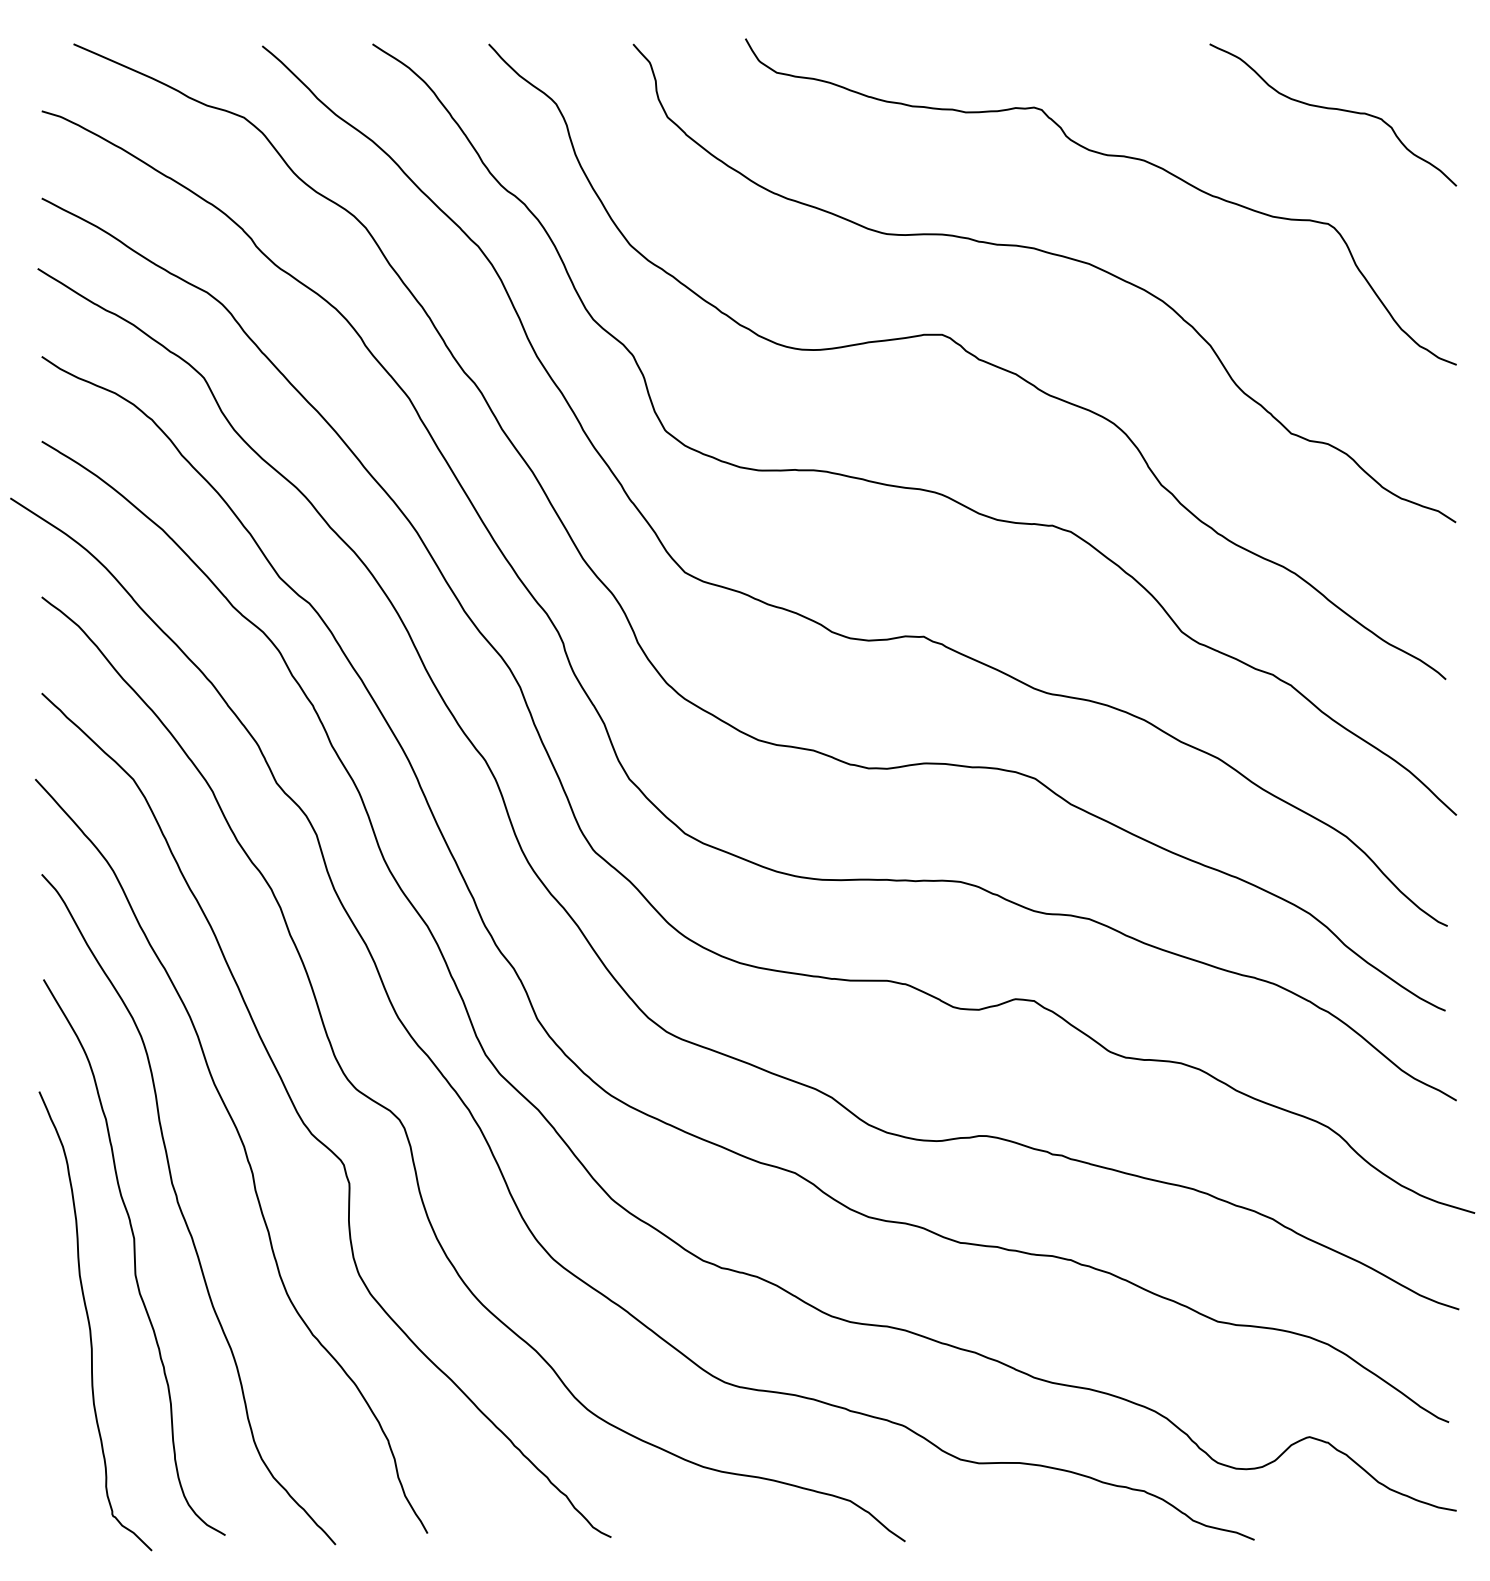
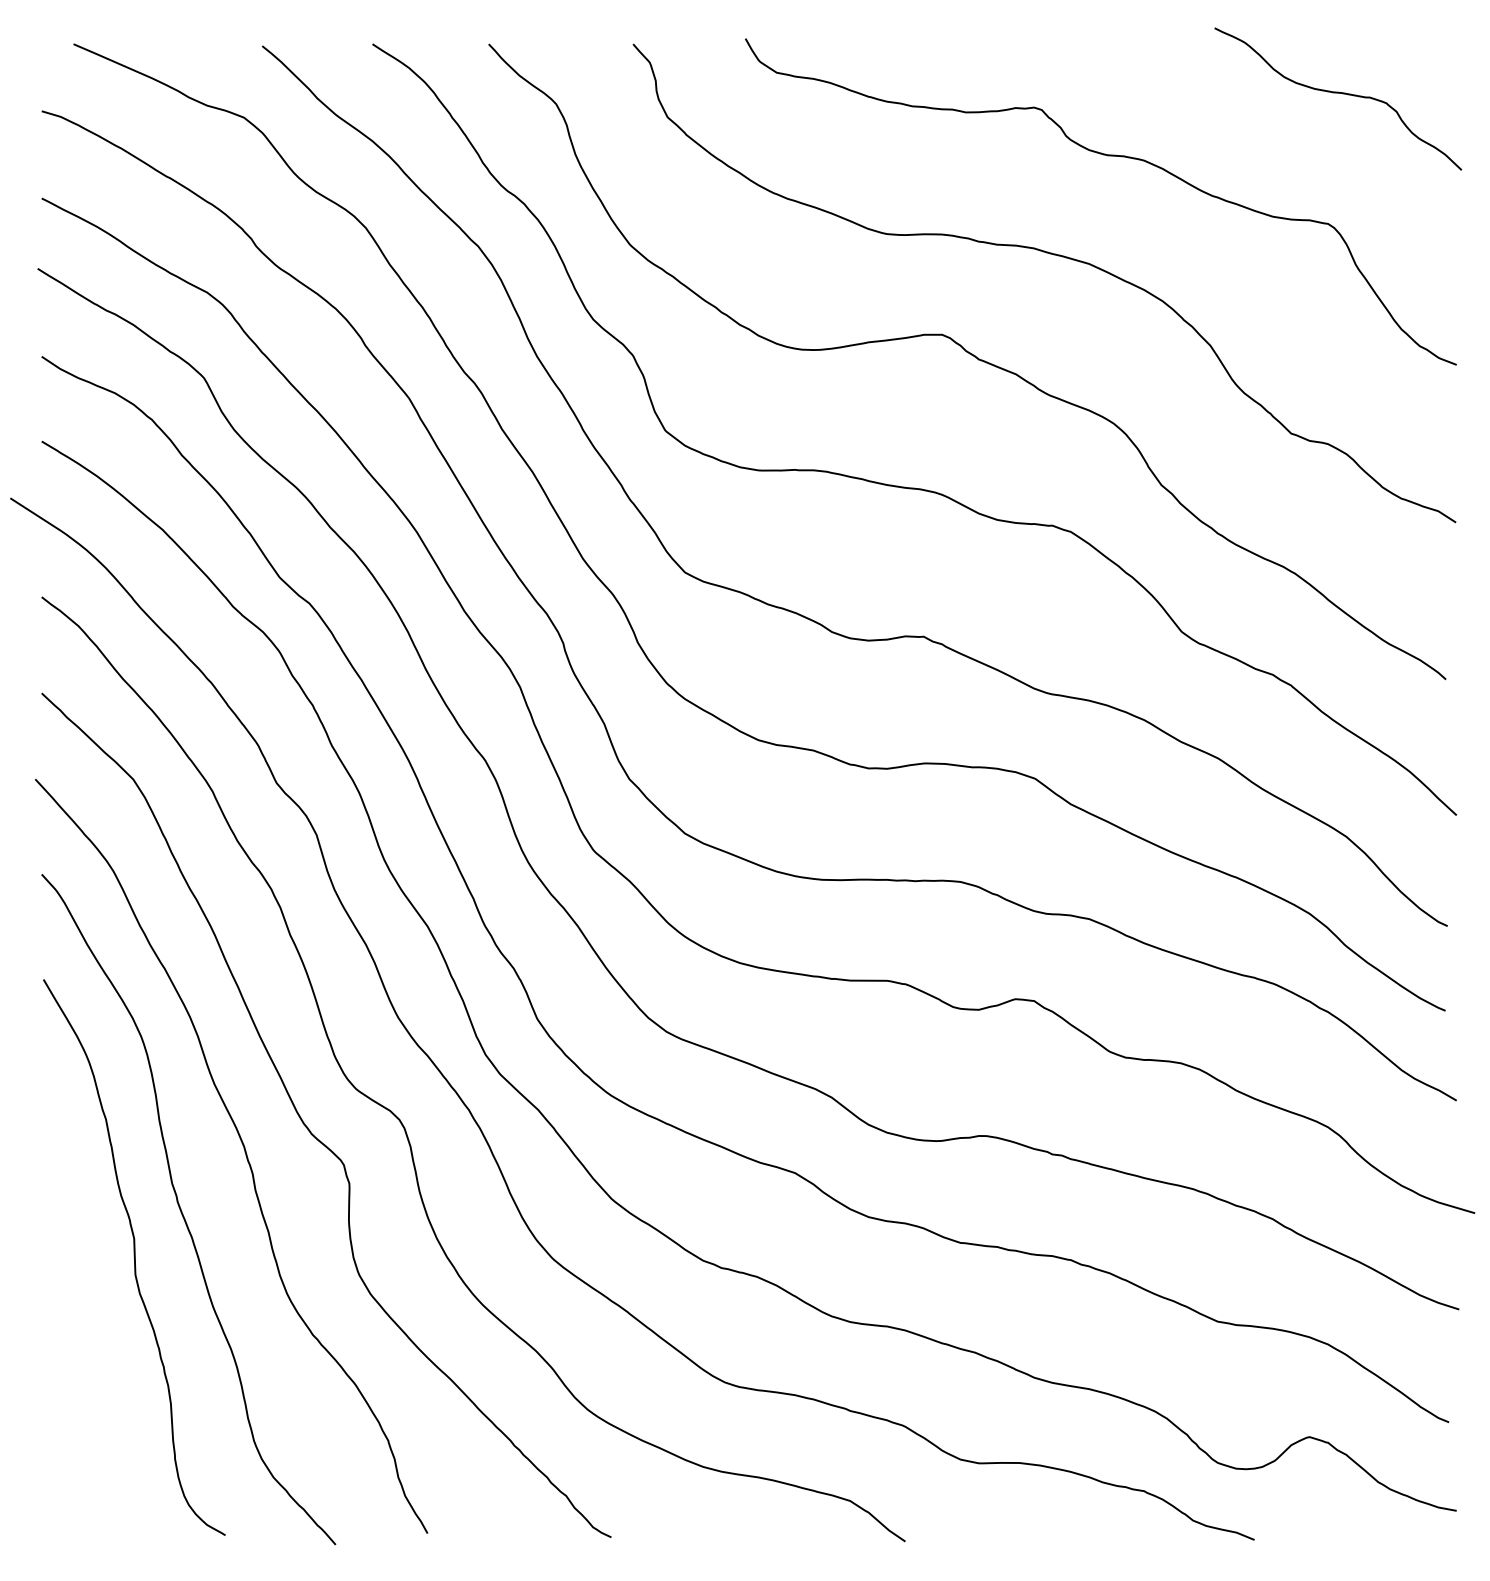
curve at (1333, 109) position: (1333, 109) -> (1338, 93)
curve at (90, 1324): present -> none
